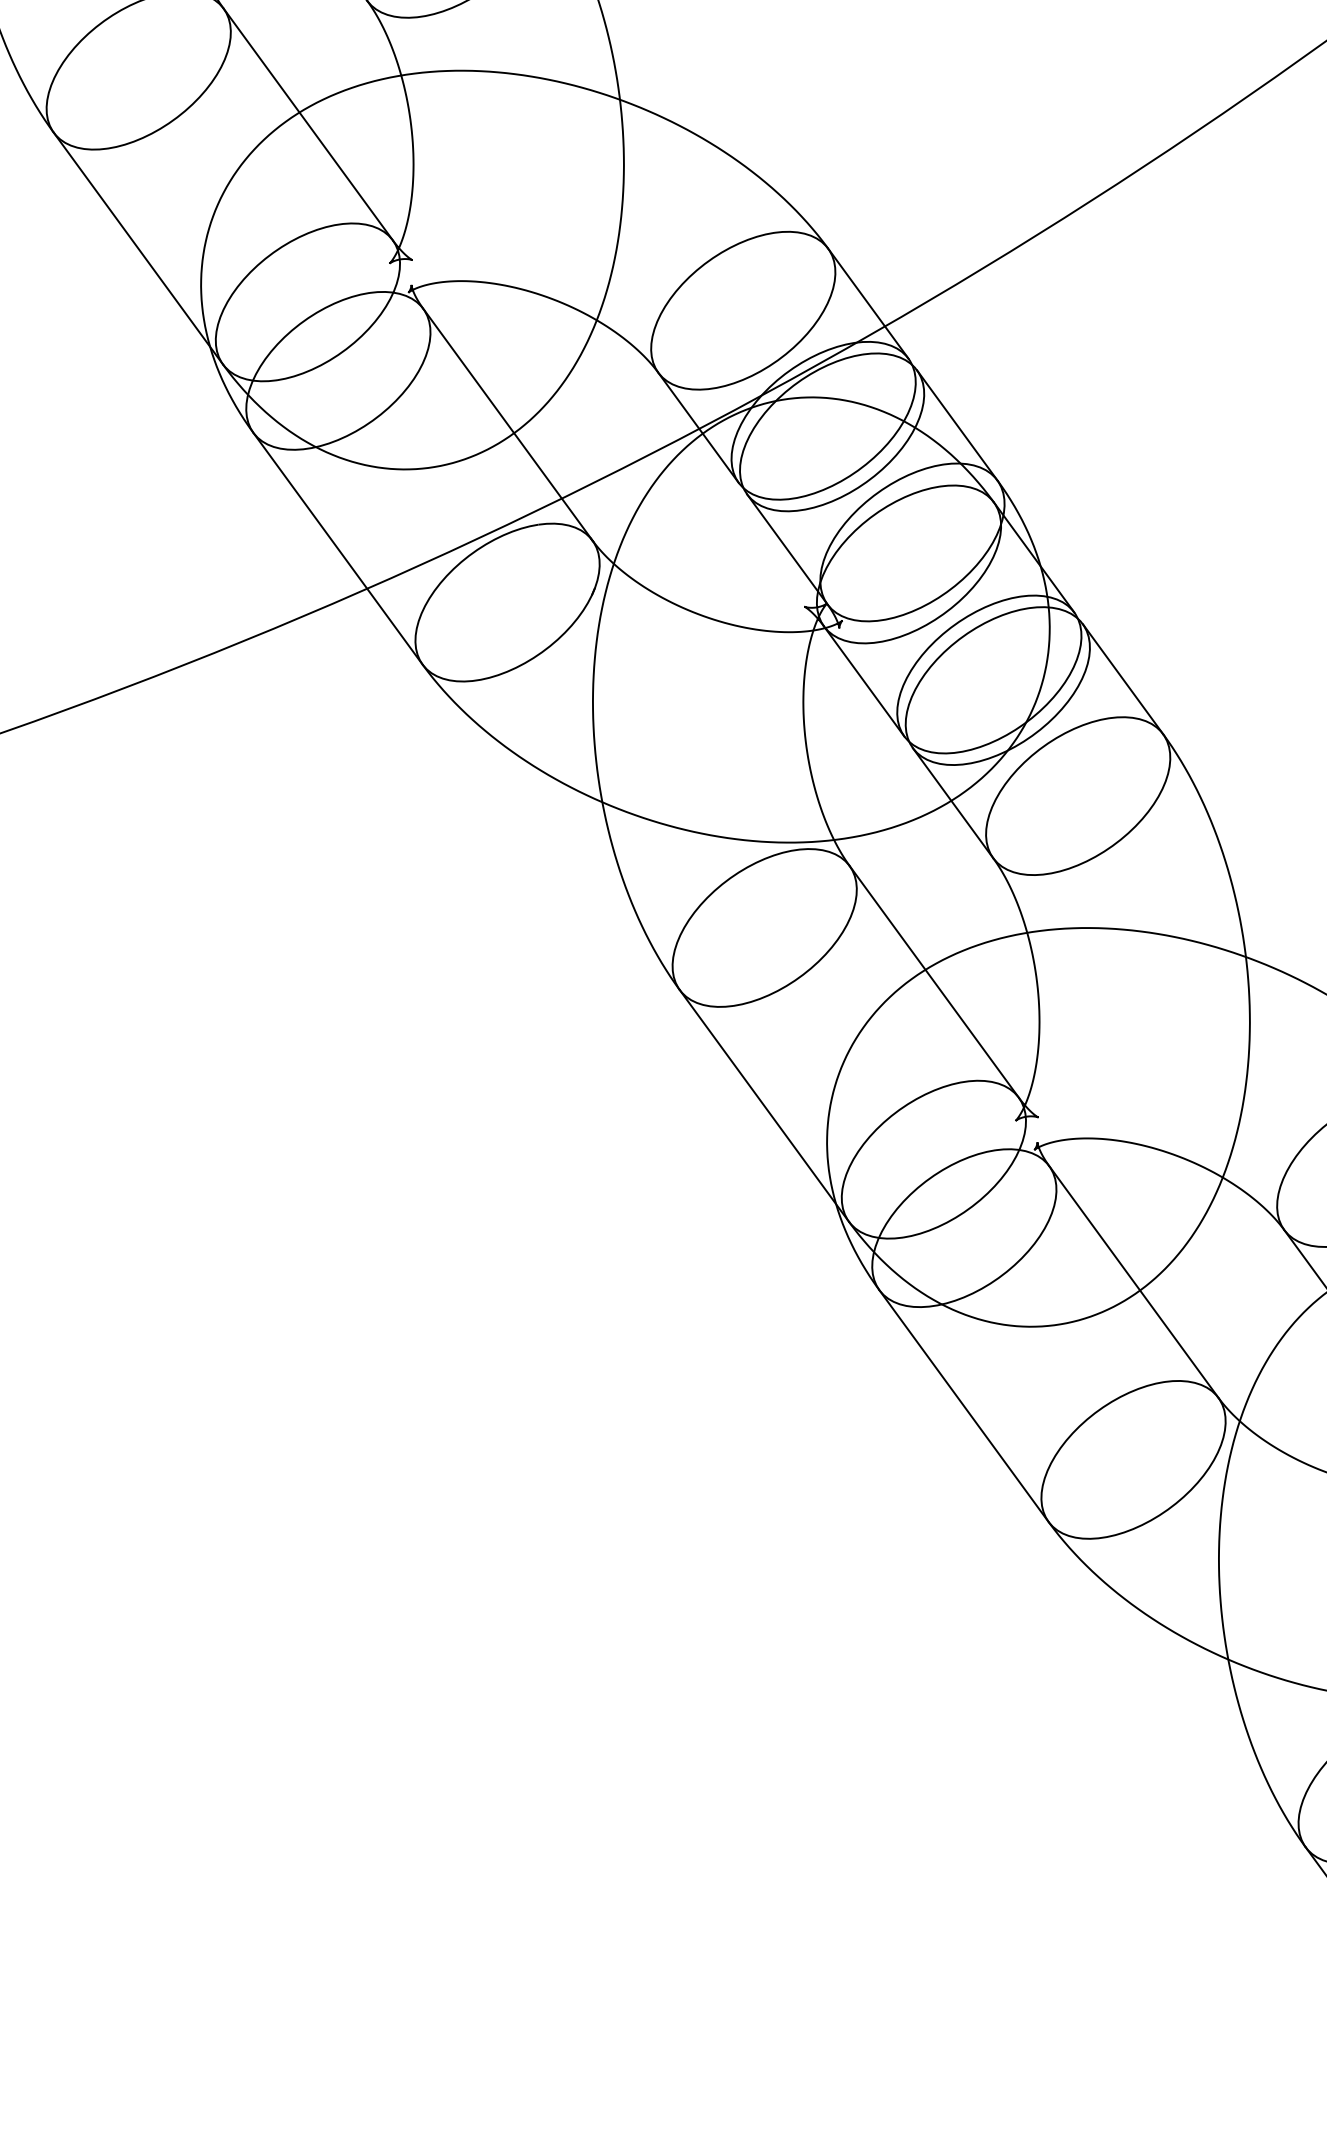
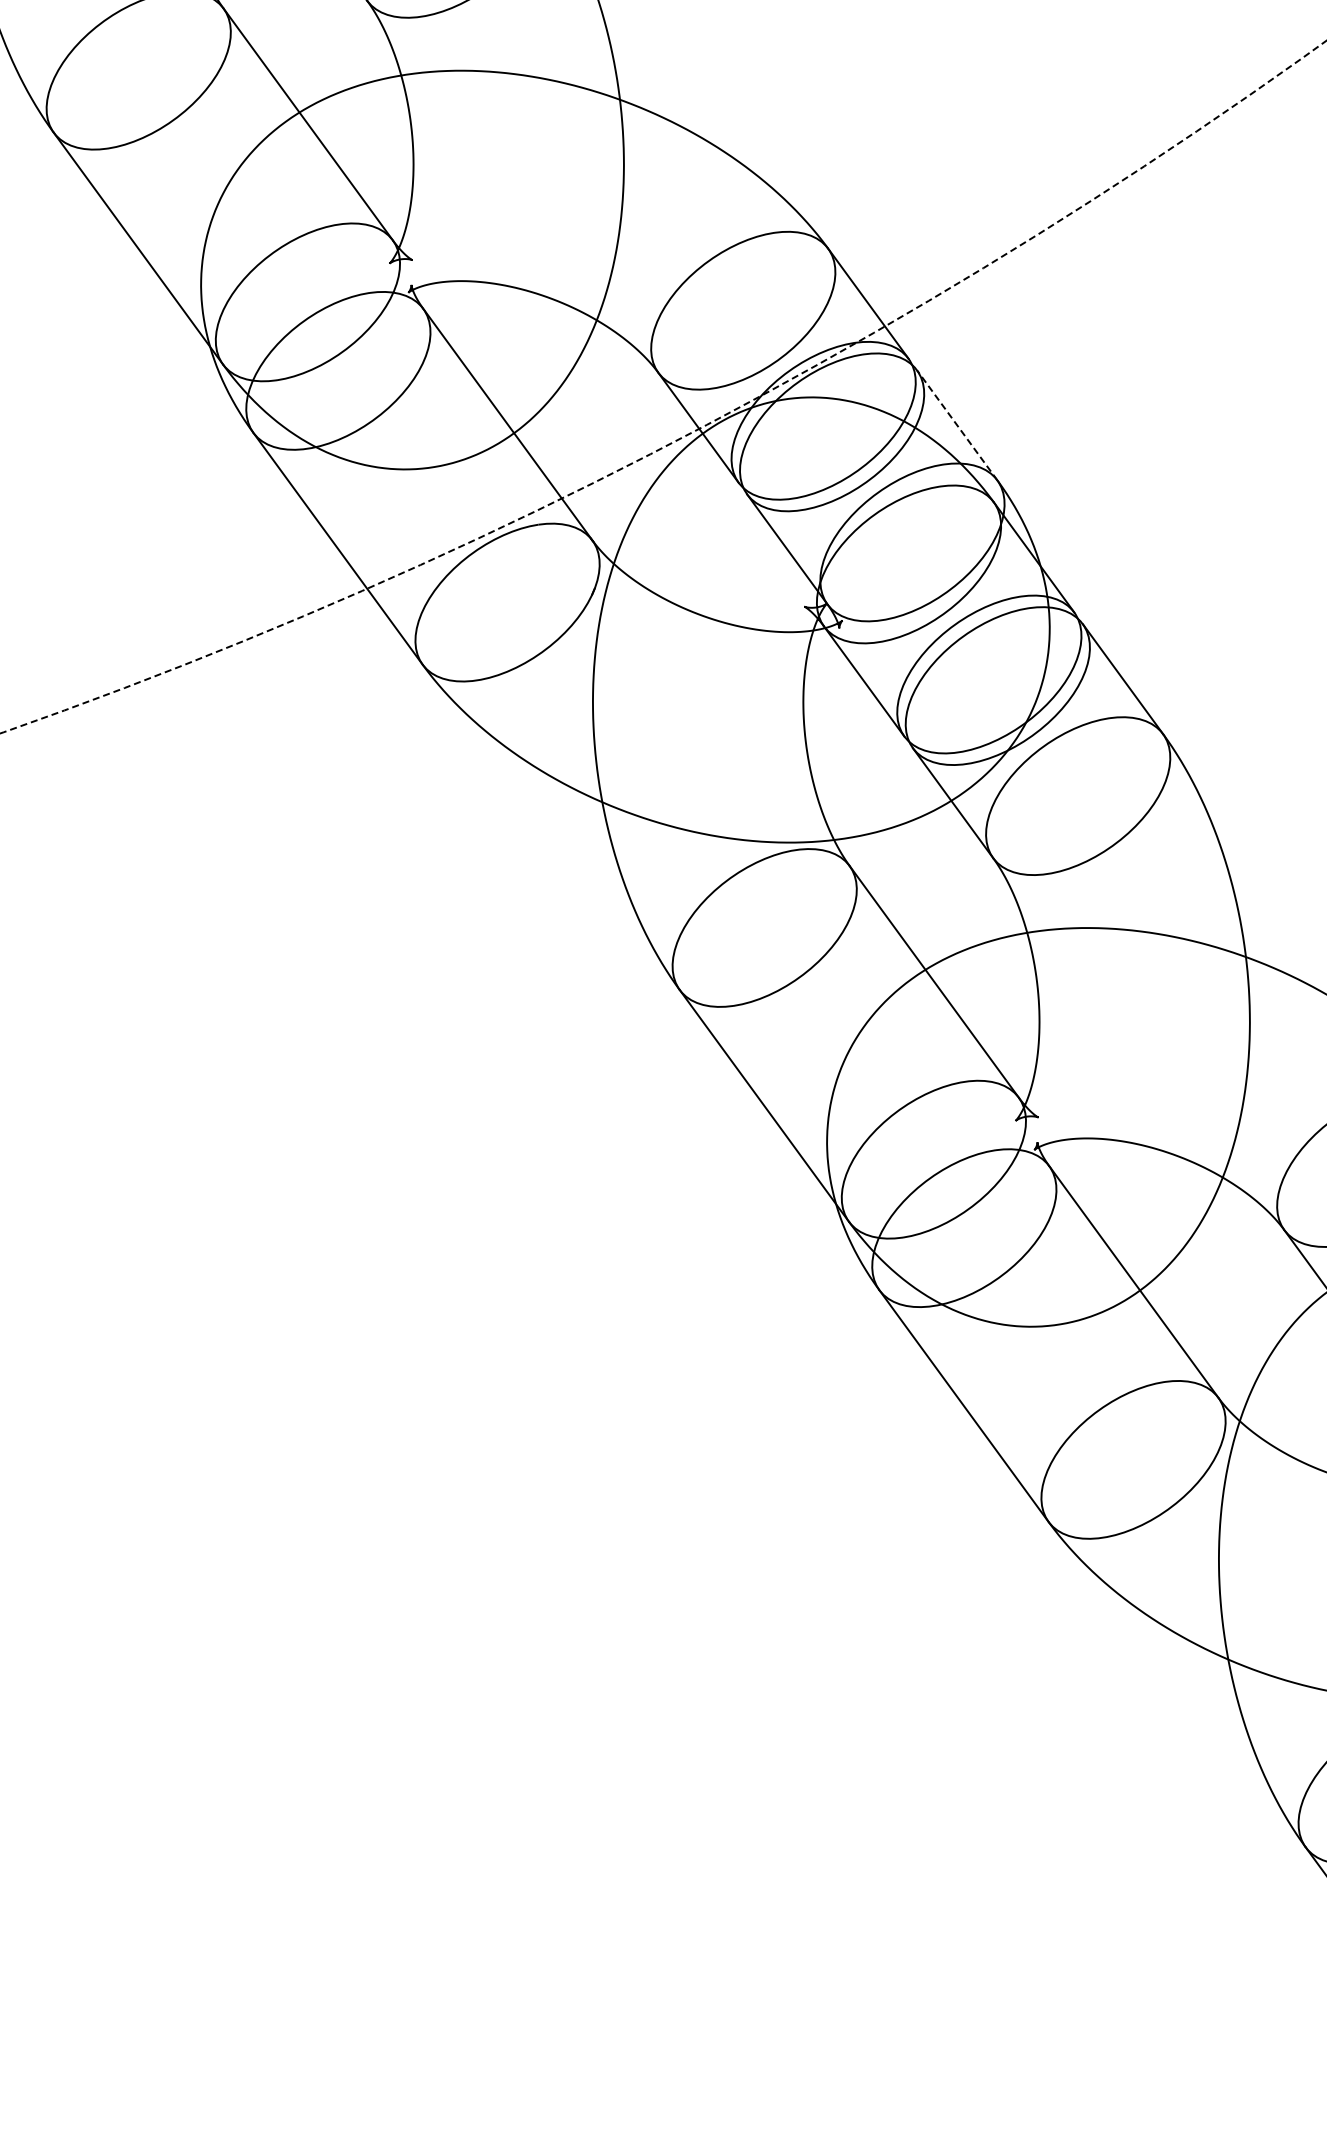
circle at (663, 386): solid -> dashed
line at (956, 424): solid -> dashed
